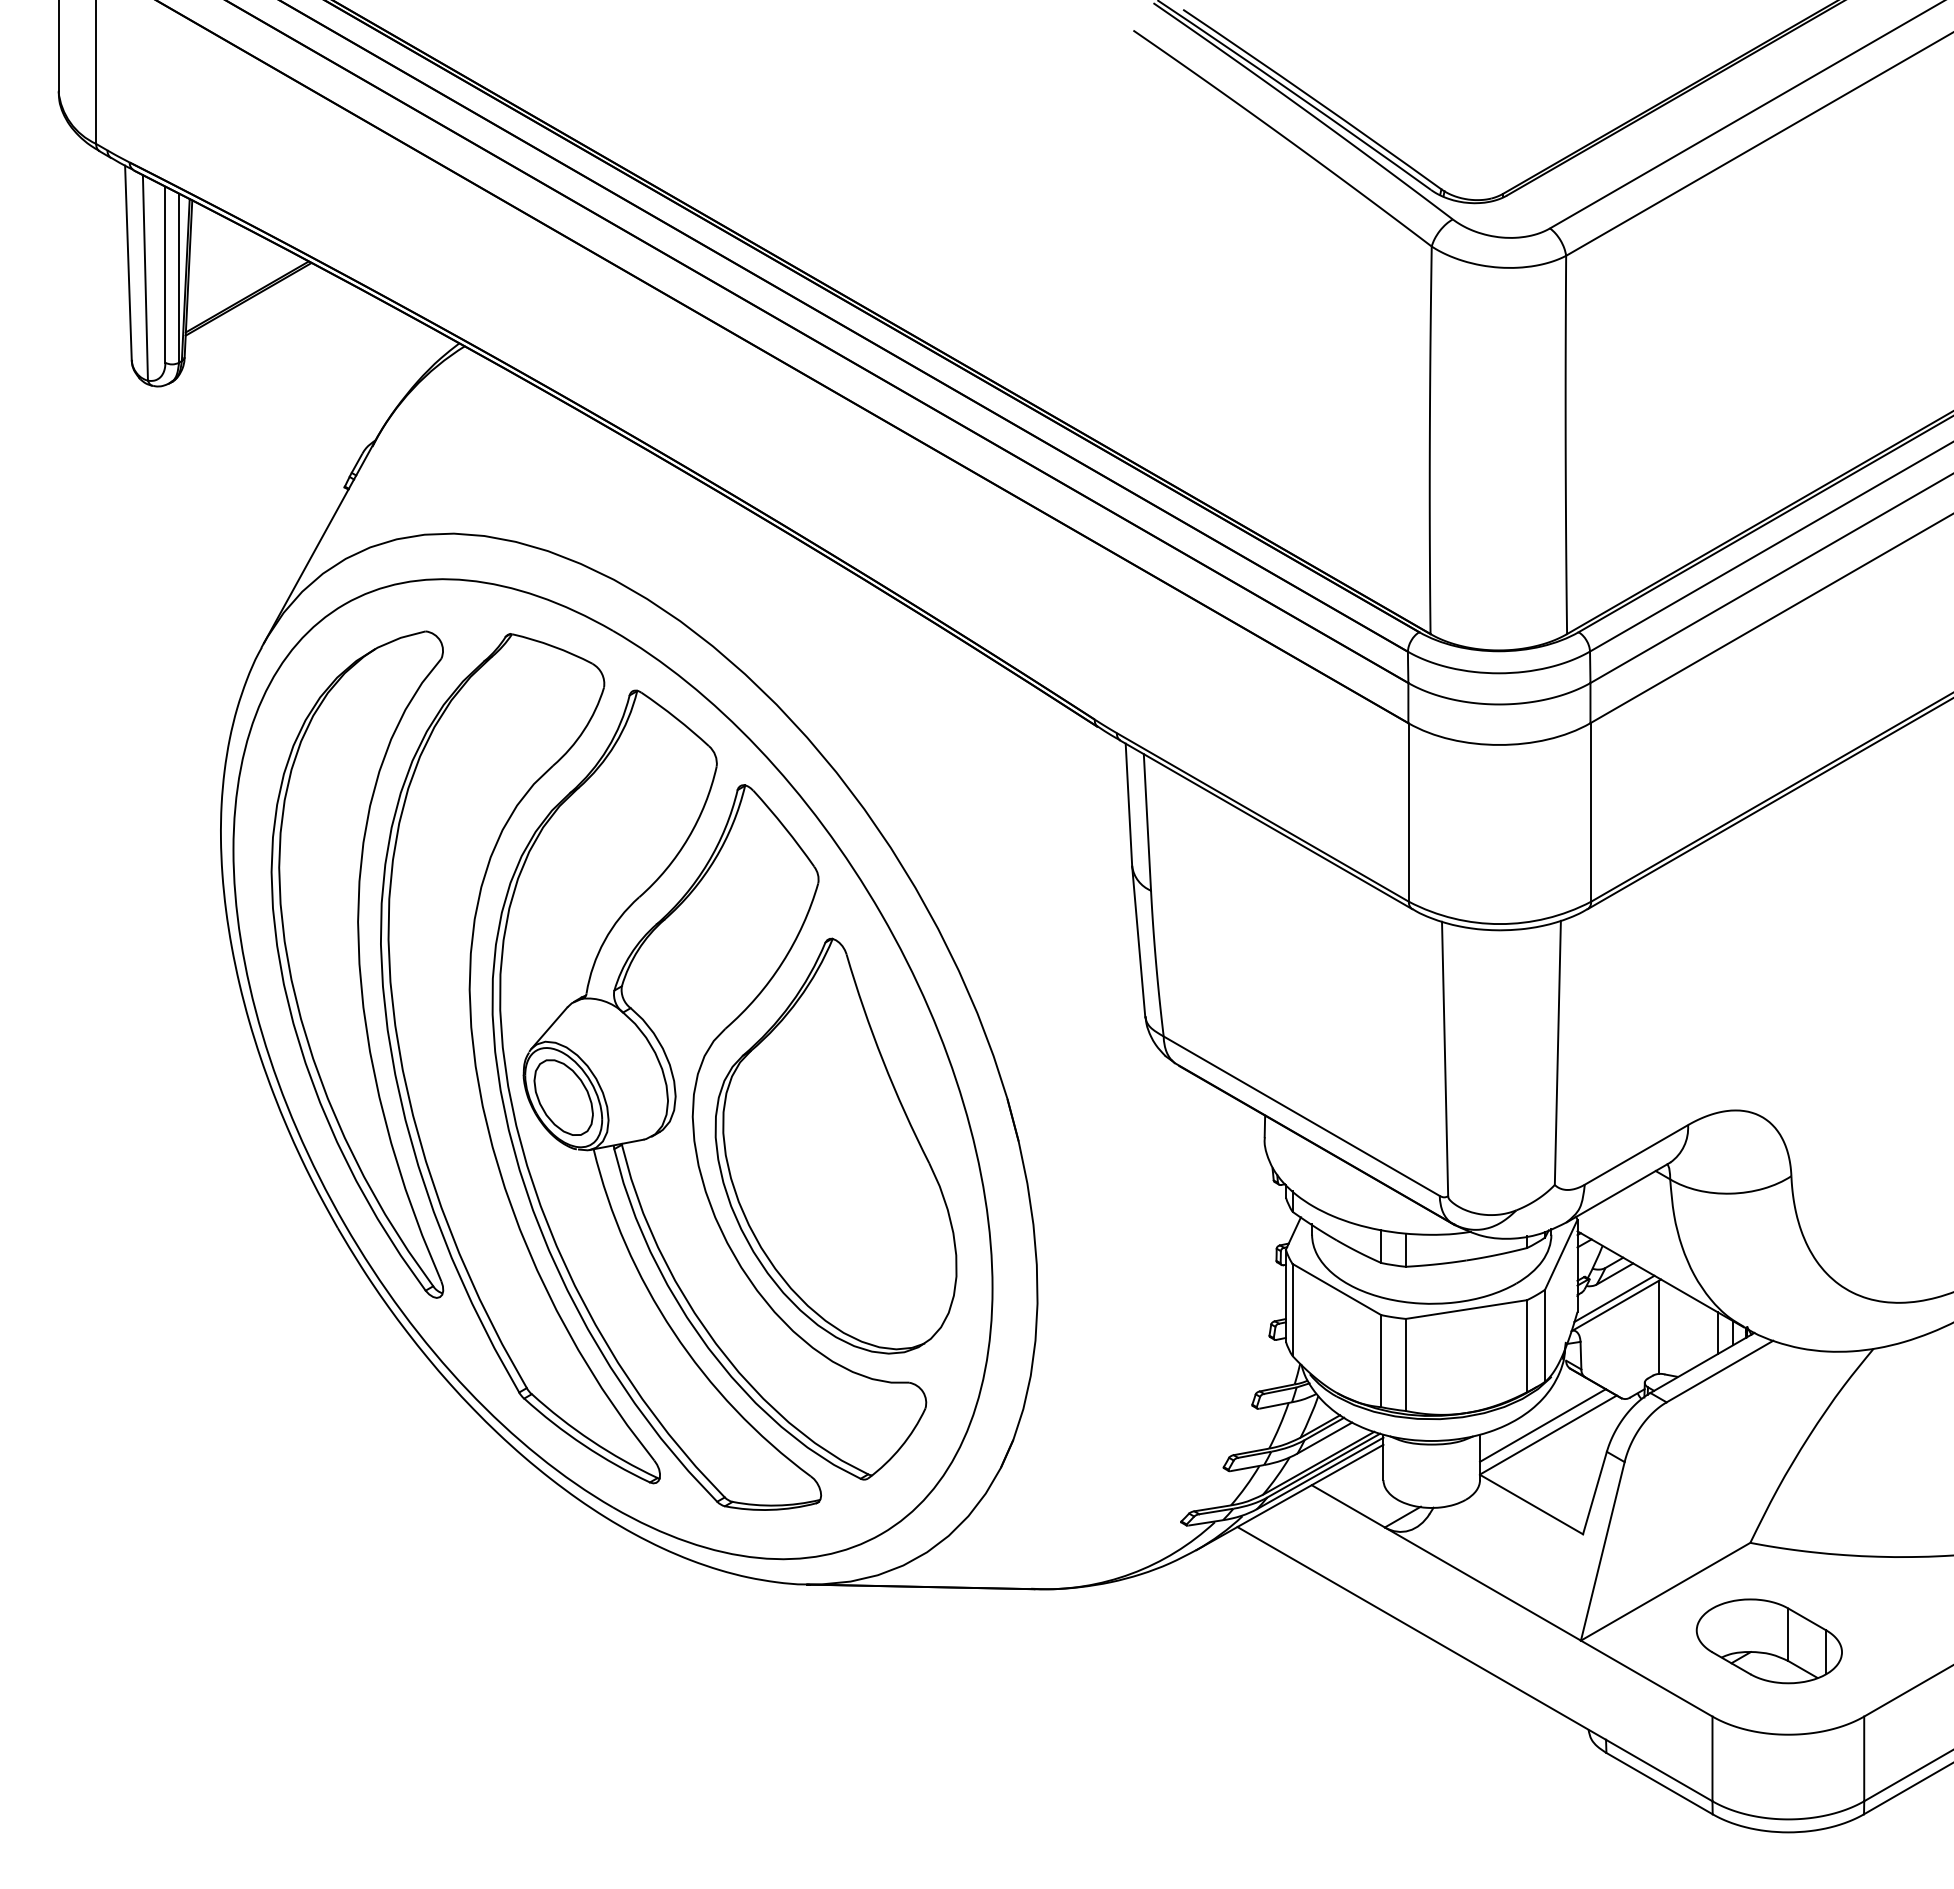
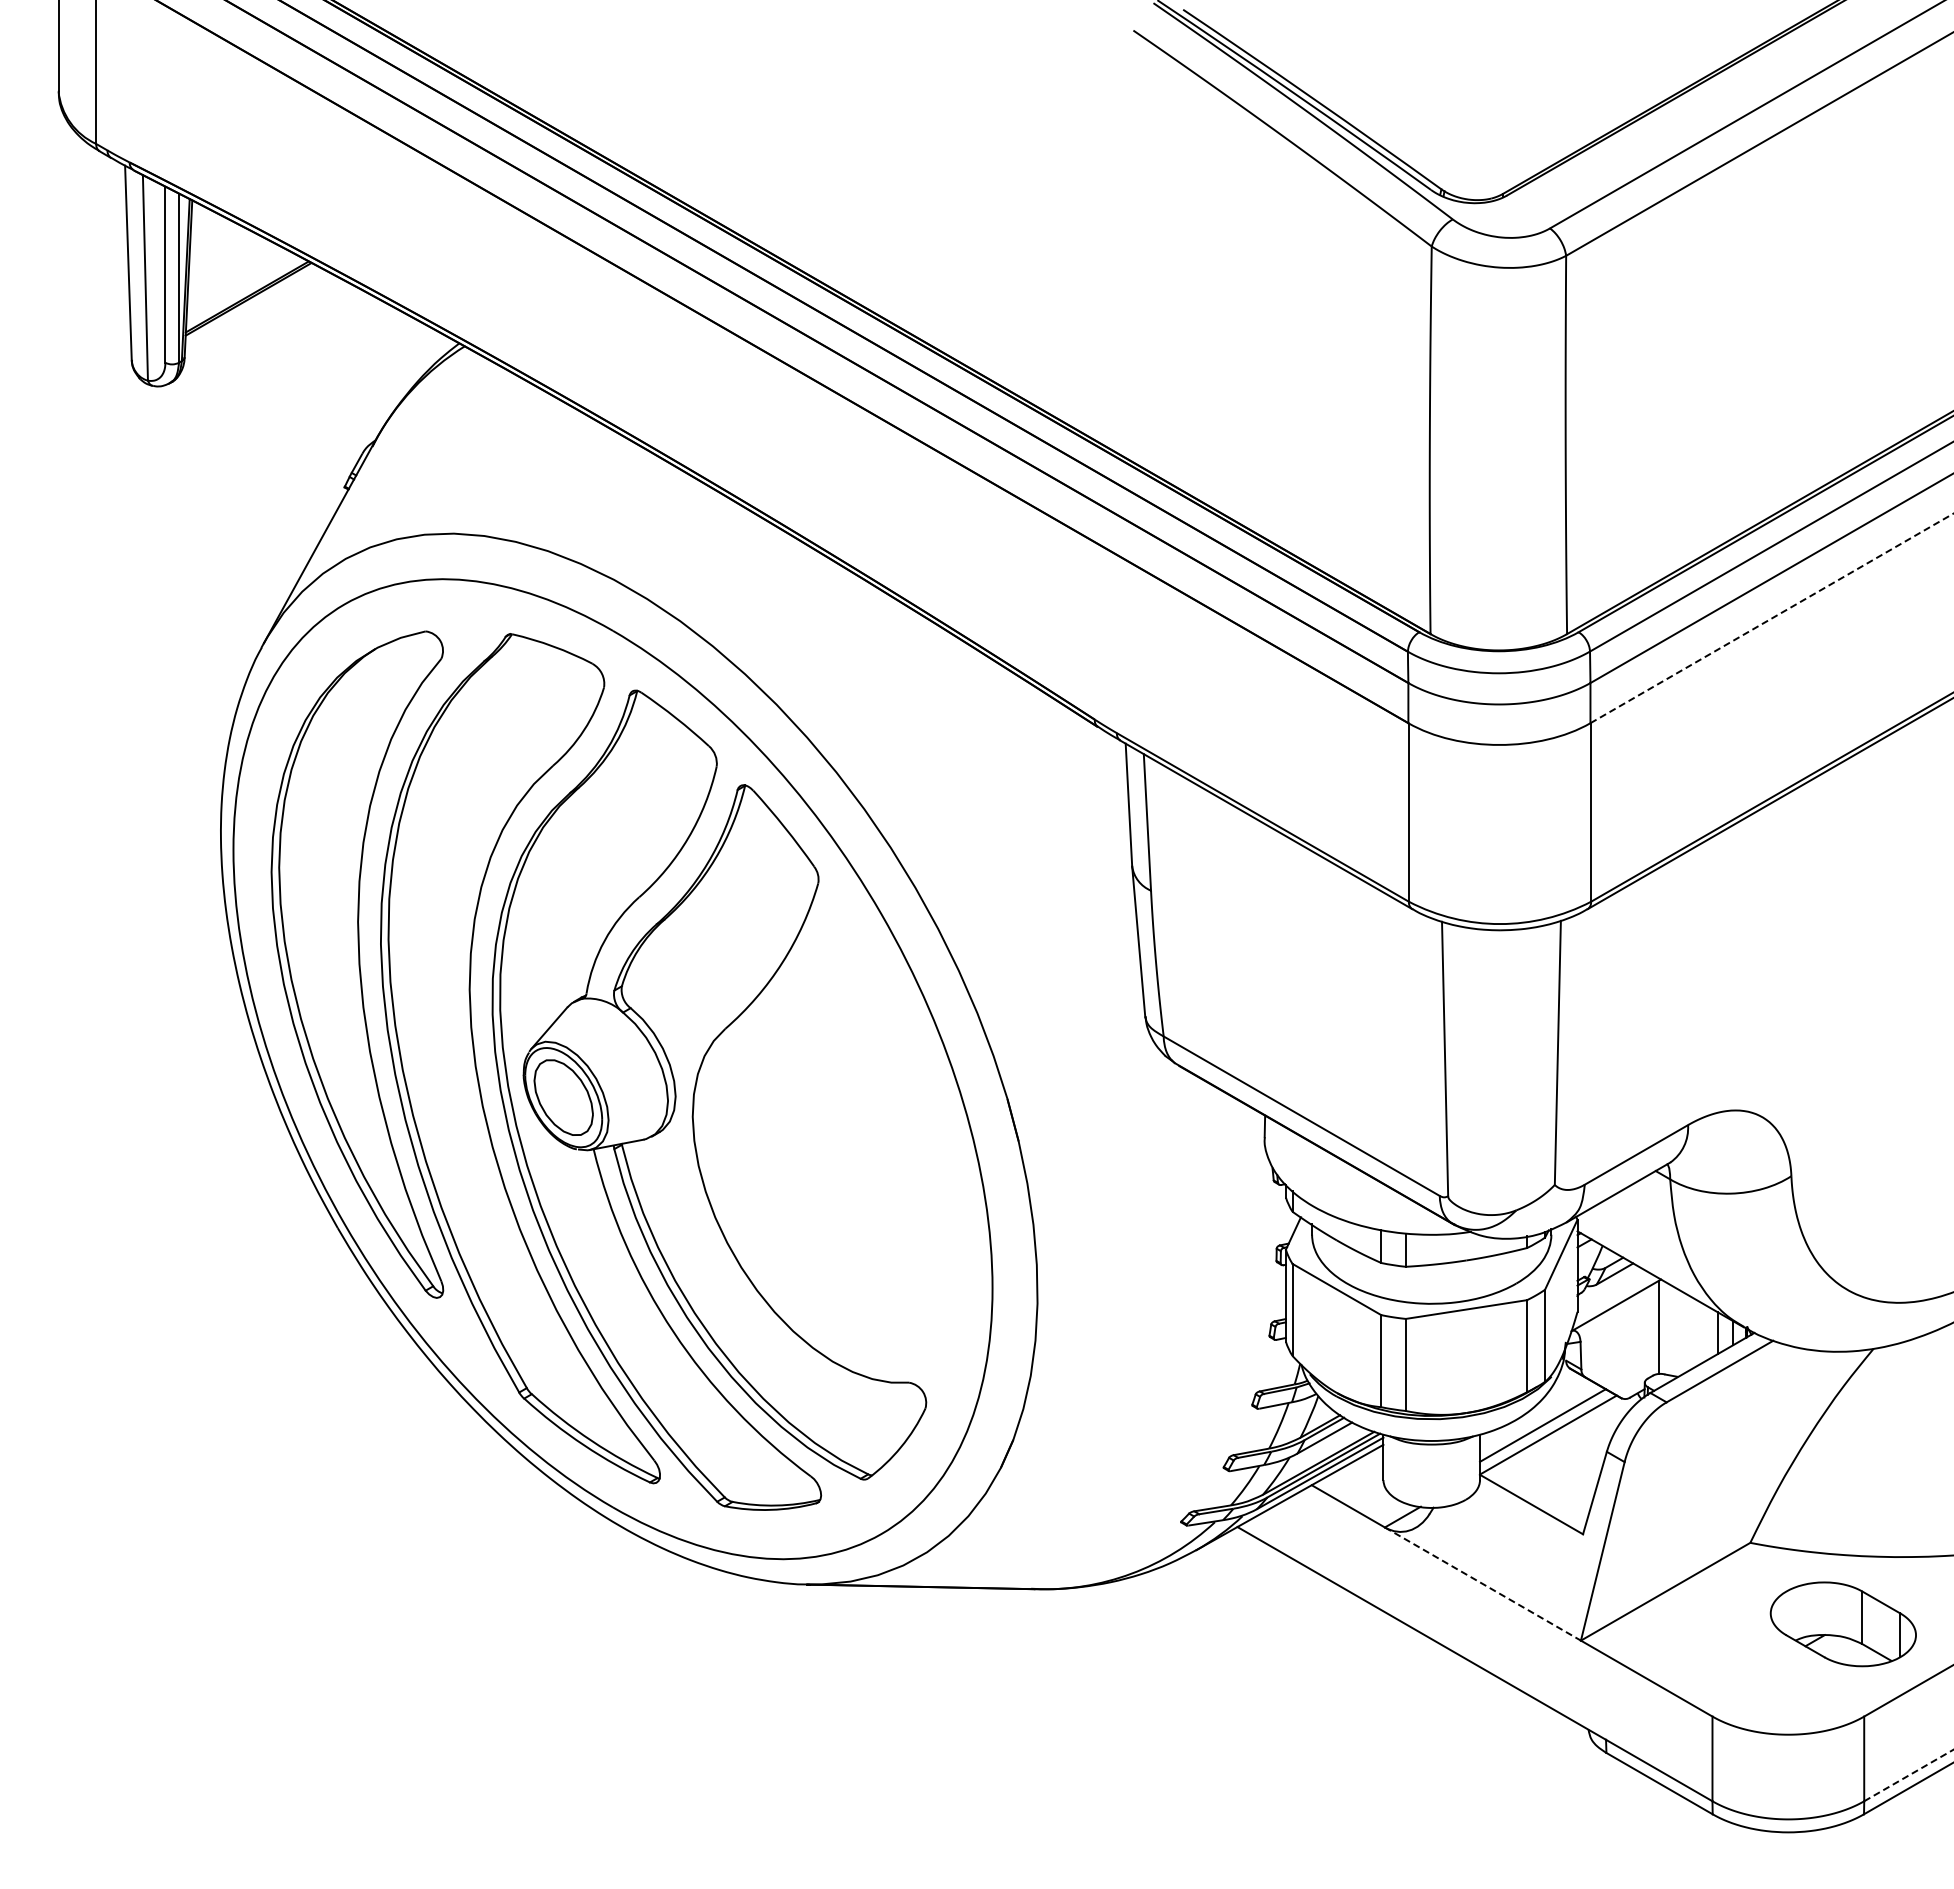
line at (1772, 618): solid -> dashed
part at (835, 1145): present -> none
line at (1614, 1298): present -> none
line at (1483, 1584): solid -> dashed
part at (1768, 1641) position: (1768, 1641) -> (1842, 1624)
line at (1909, 1775): solid -> dashed
